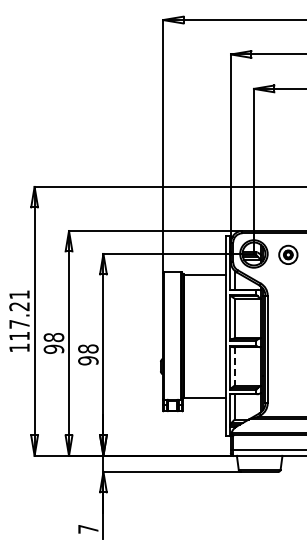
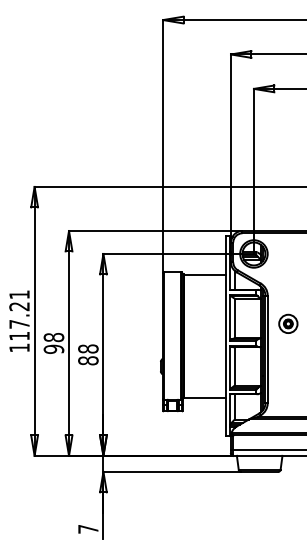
part at (288, 254) position: (288, 254) -> (288, 323)
text at (88, 360): 98 -> 88
line at (234, 367): dashed -> solid
